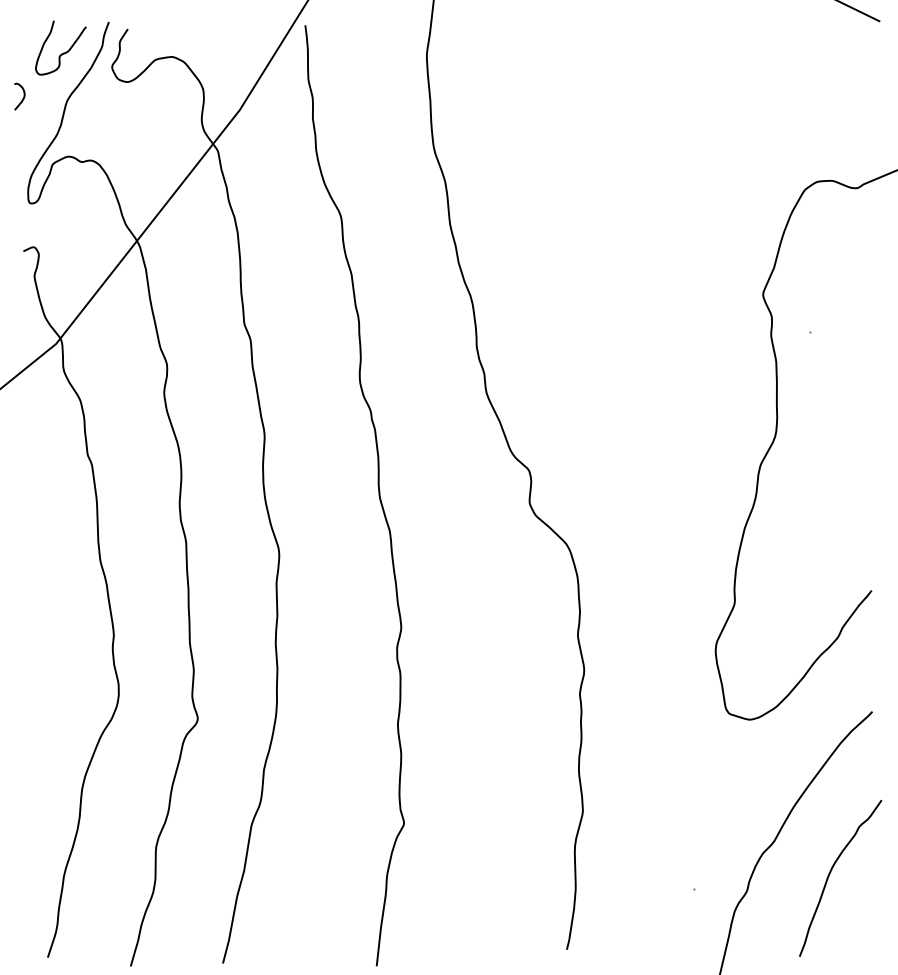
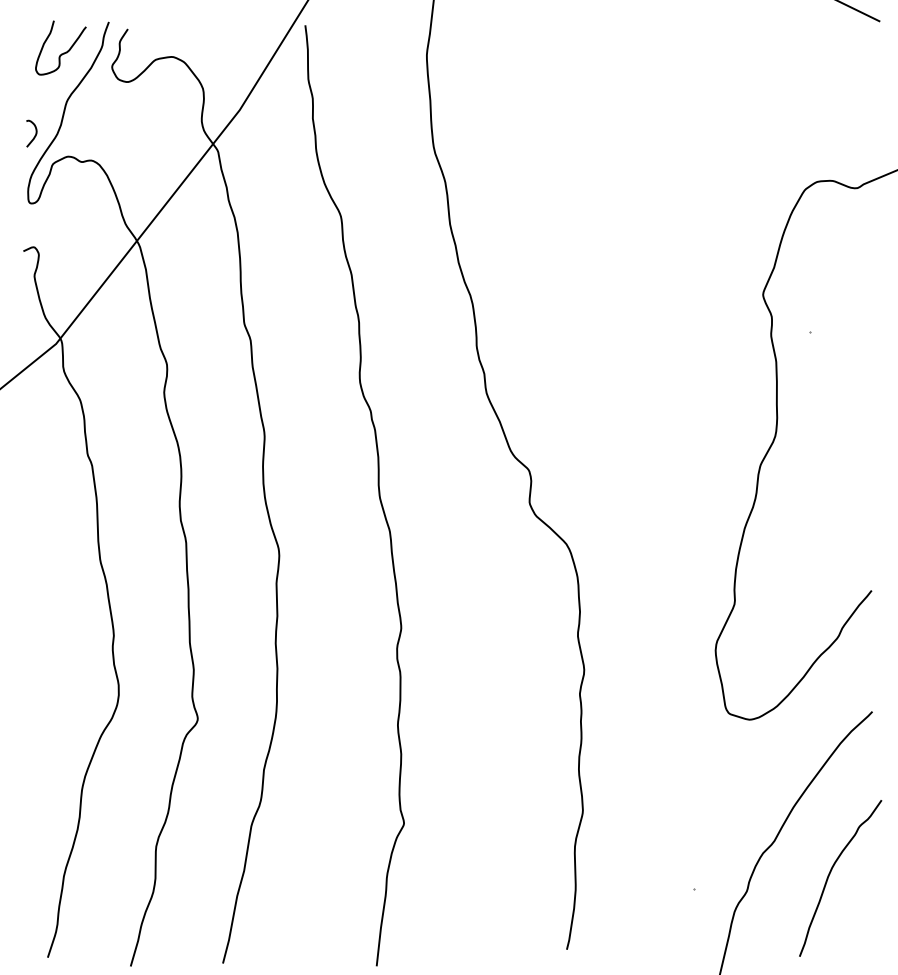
curve at (22, 98) position: (22, 98) -> (34, 135)
